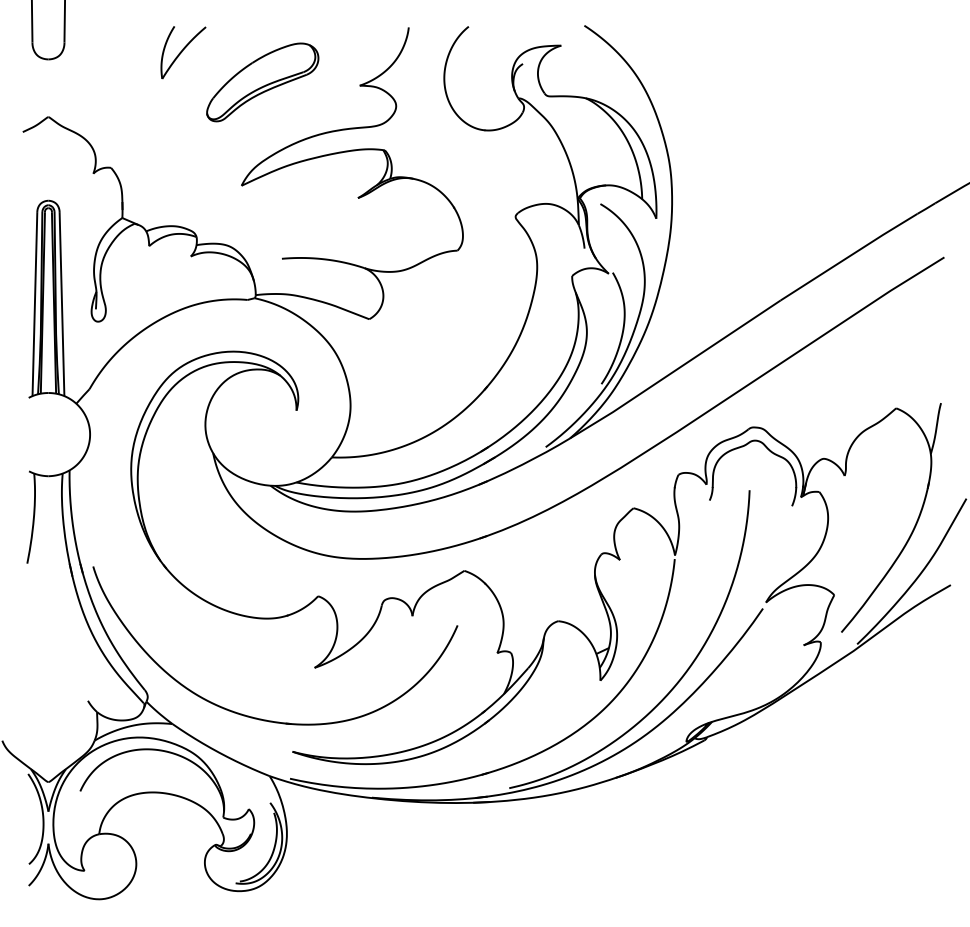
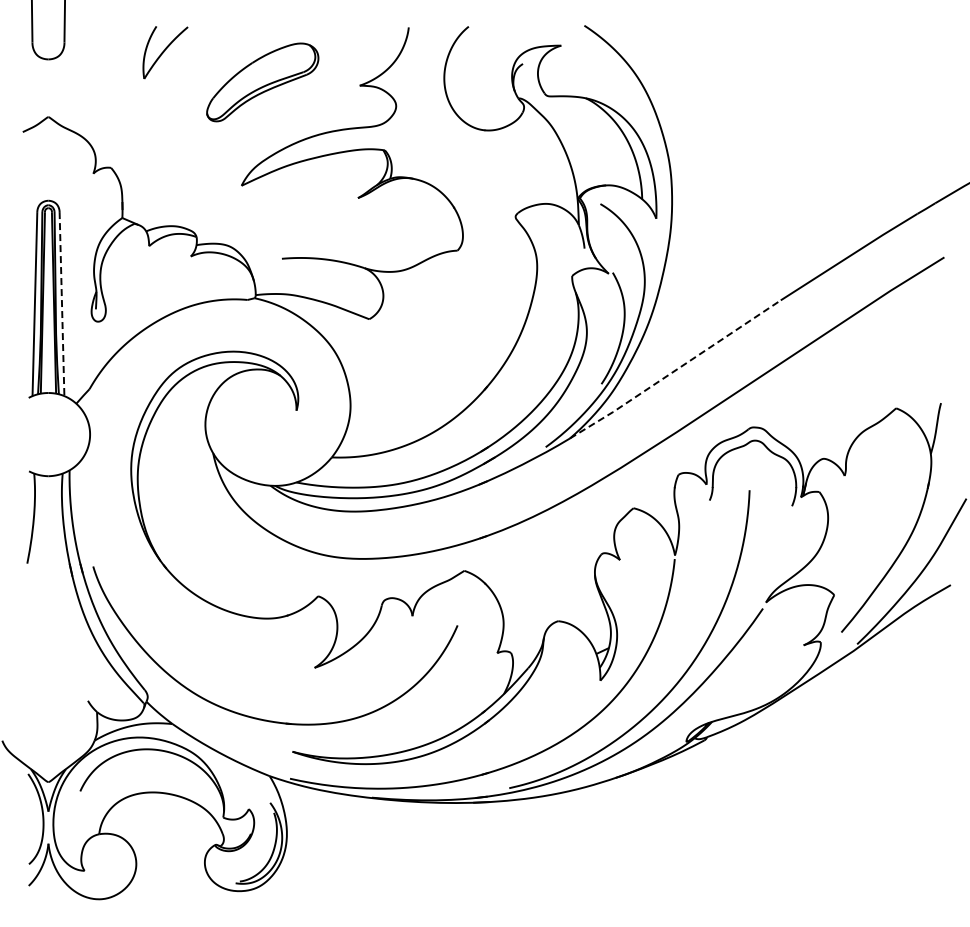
part at (183, 52) position: (183, 52) -> (165, 52)
line at (62, 304): solid -> dashed
line at (675, 370): solid -> dashed
